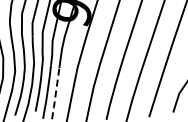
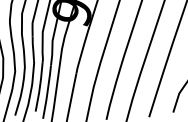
line at (55, 94): dashed -> solid
